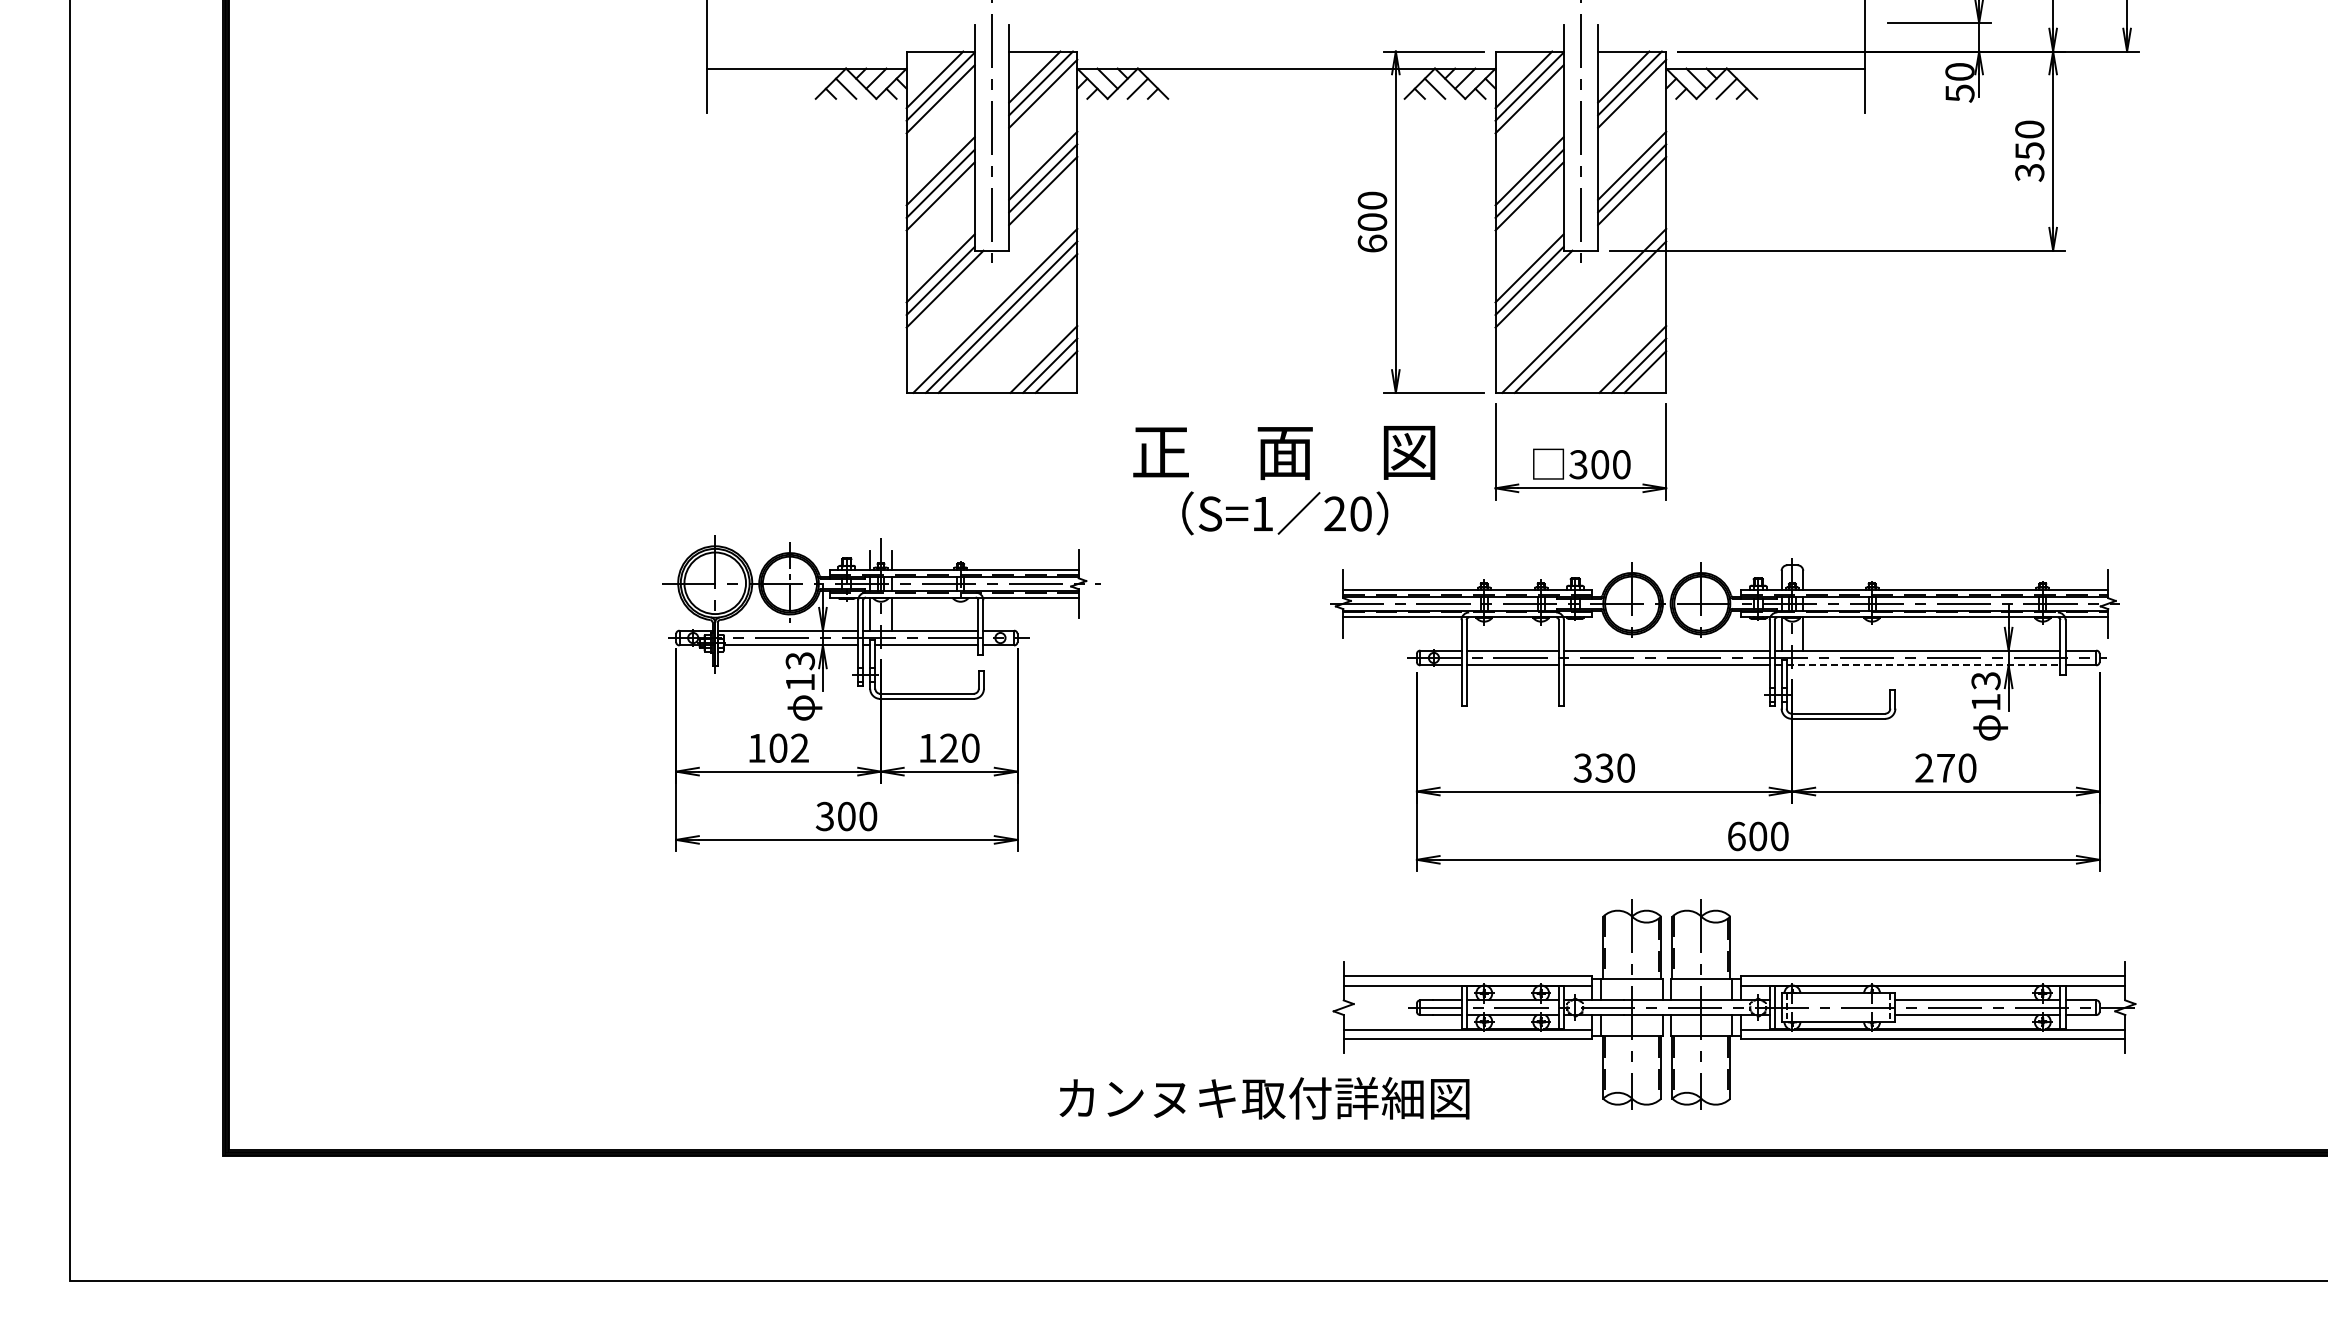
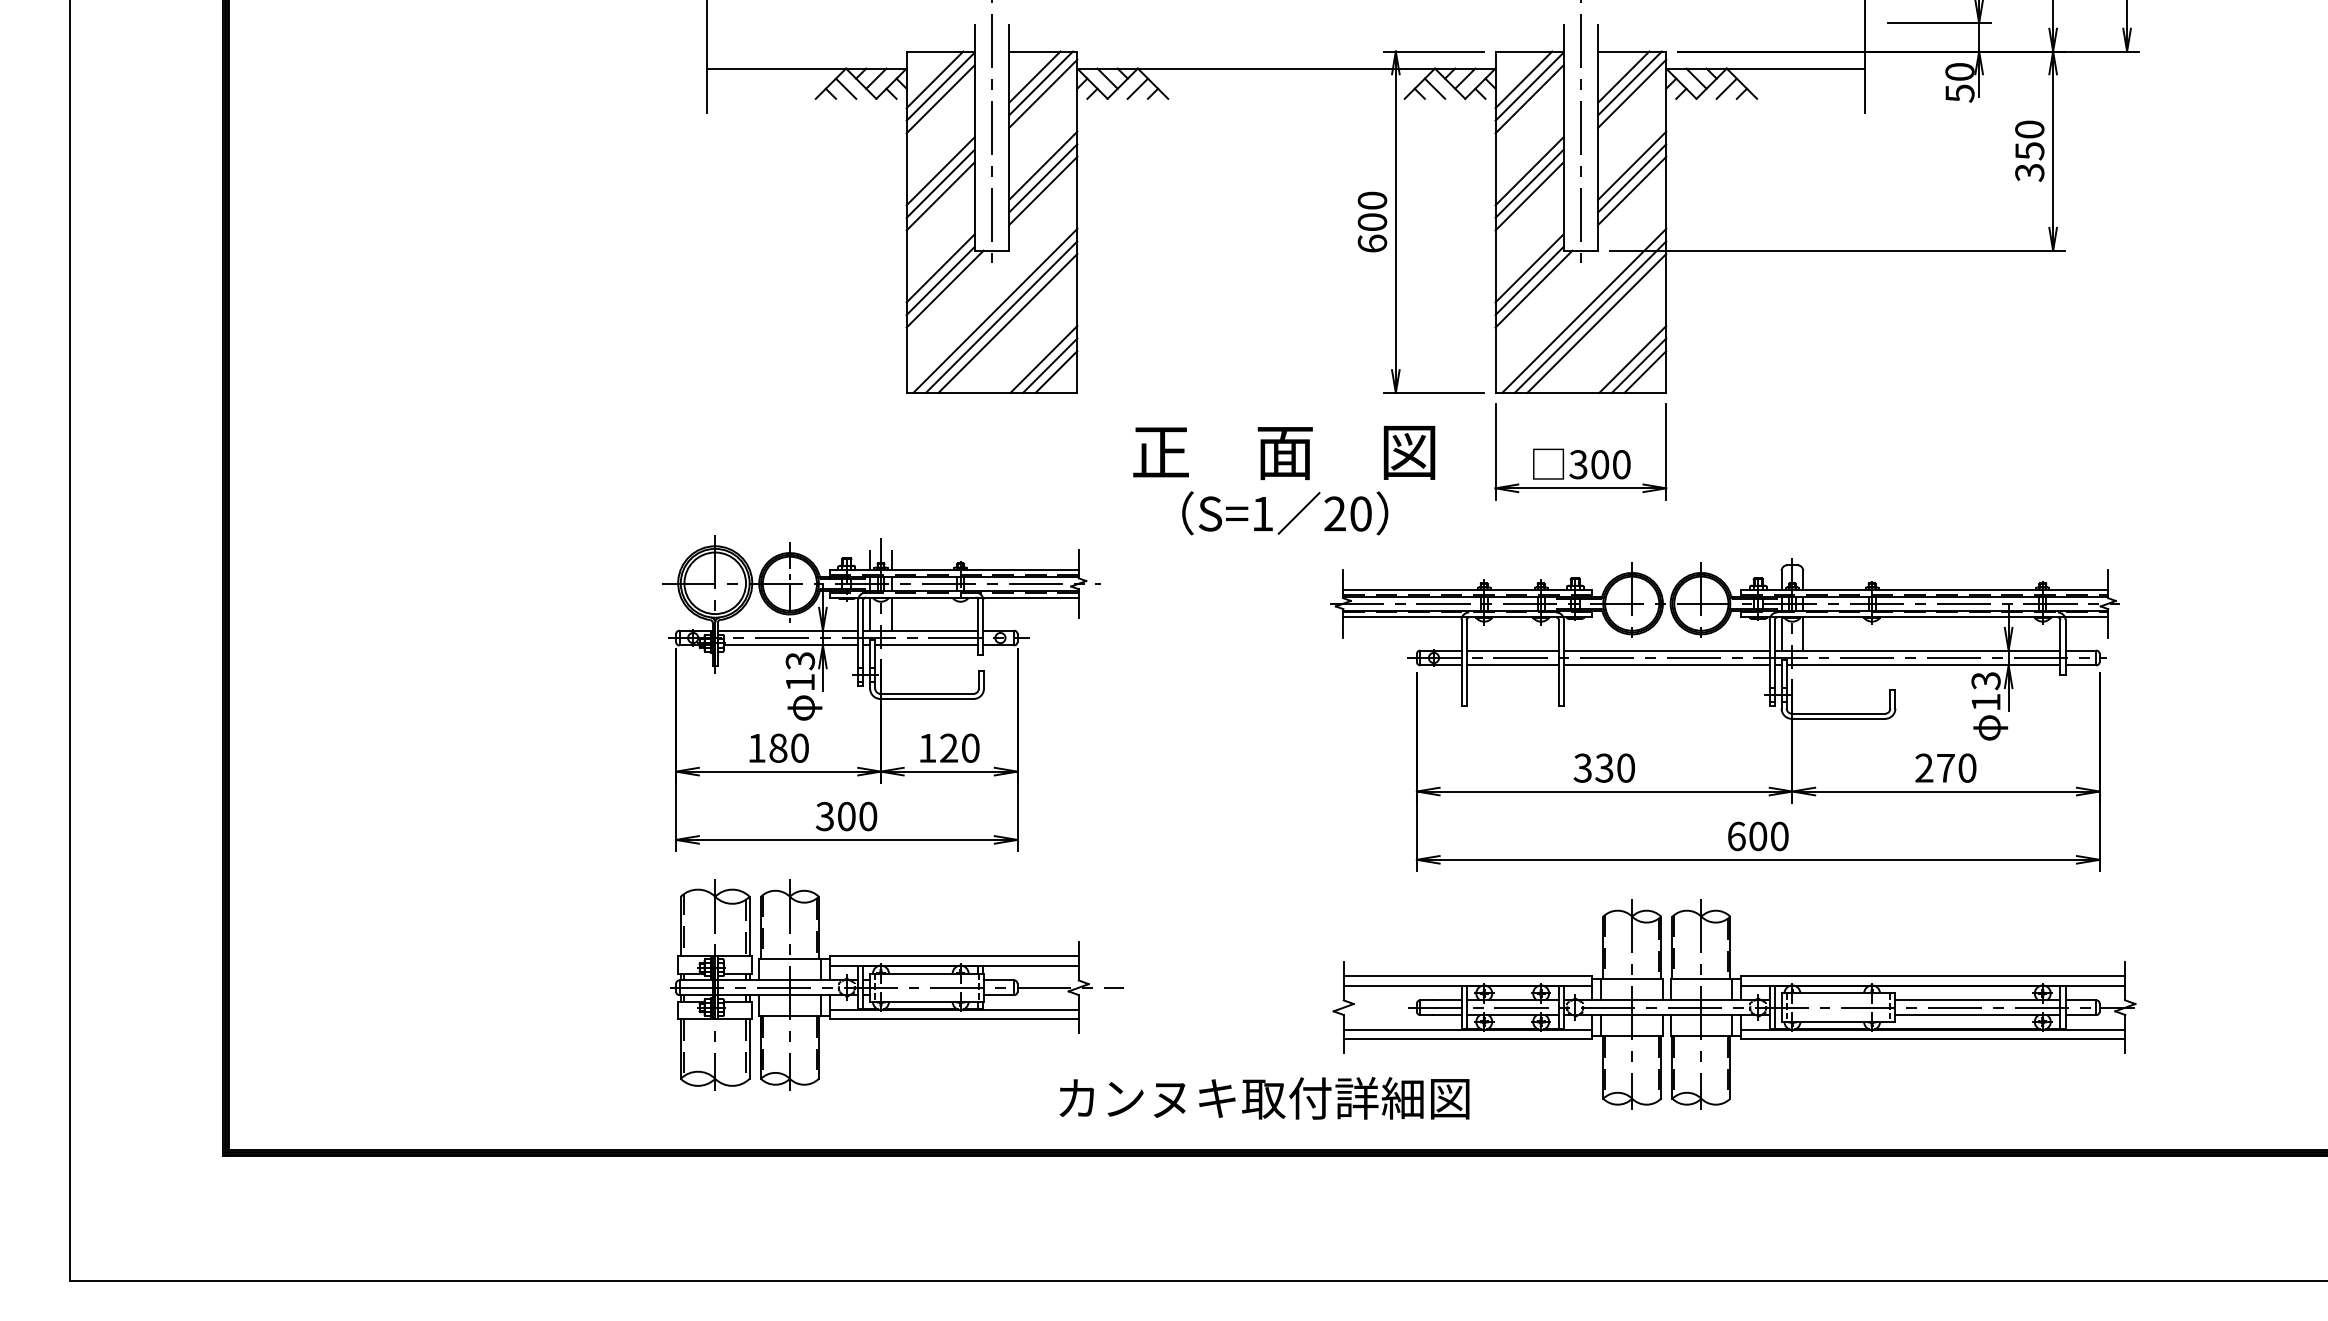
line at (1596, 323): none -> present
line at (1923, 665): dashed -> solid
text at (788, 747): 102 -> 180
part at (896, 984): none -> present
